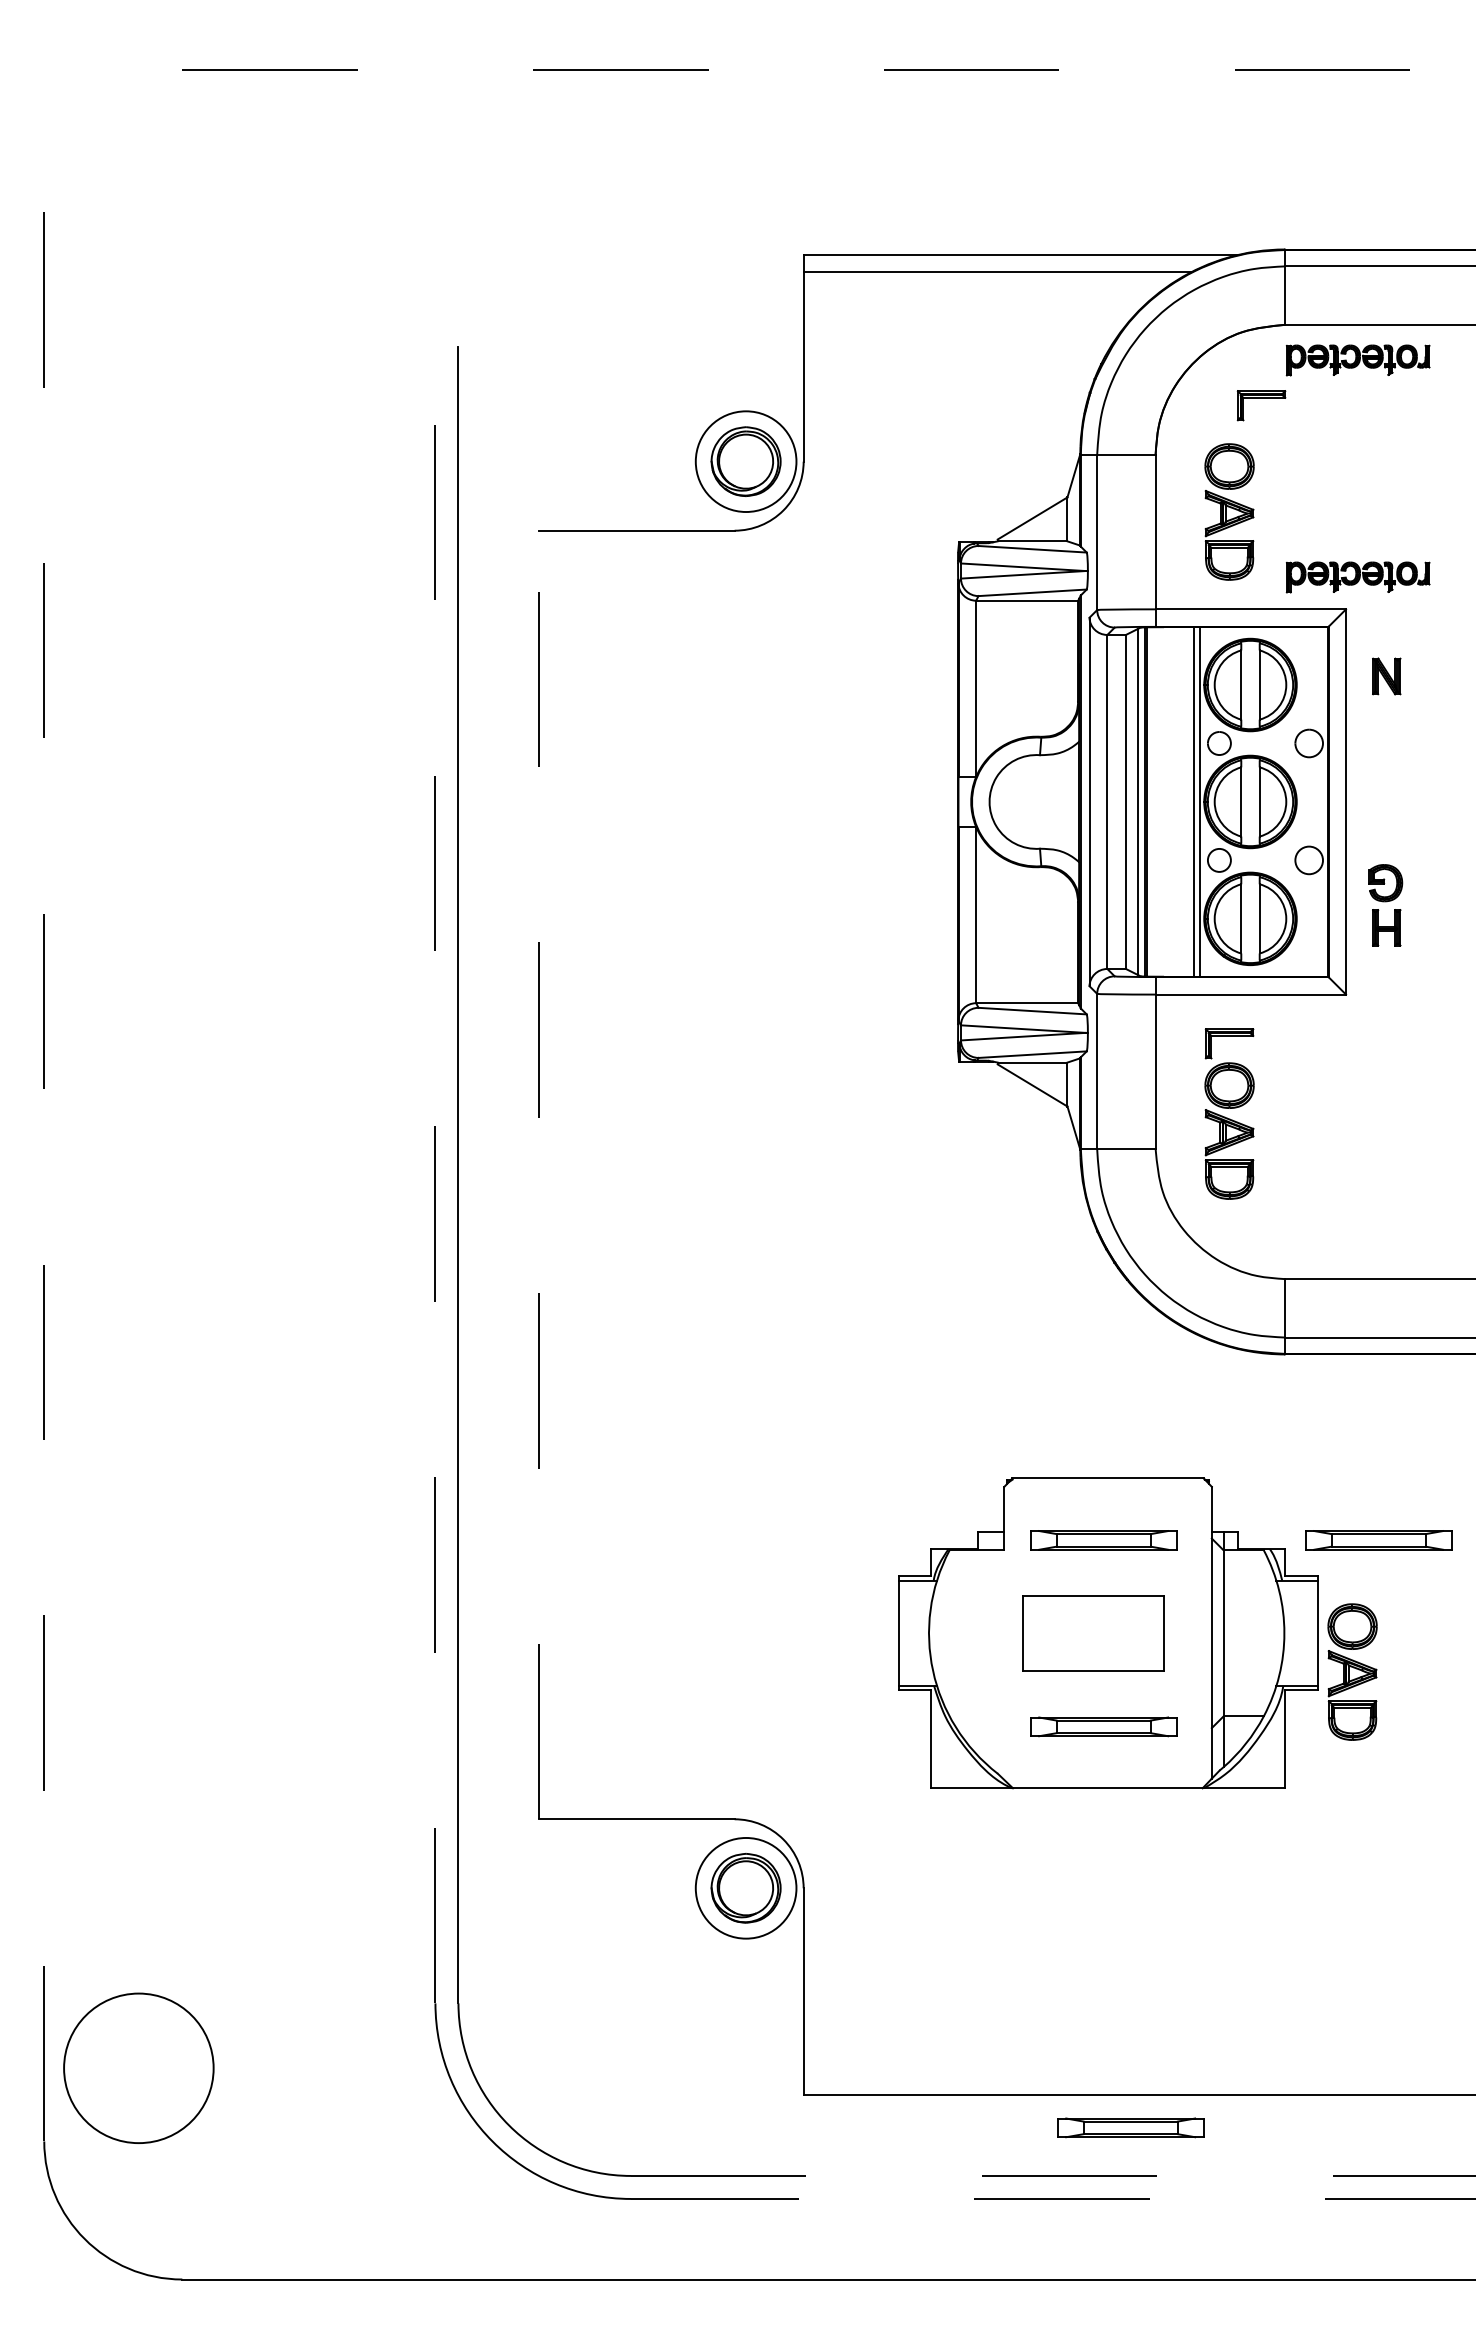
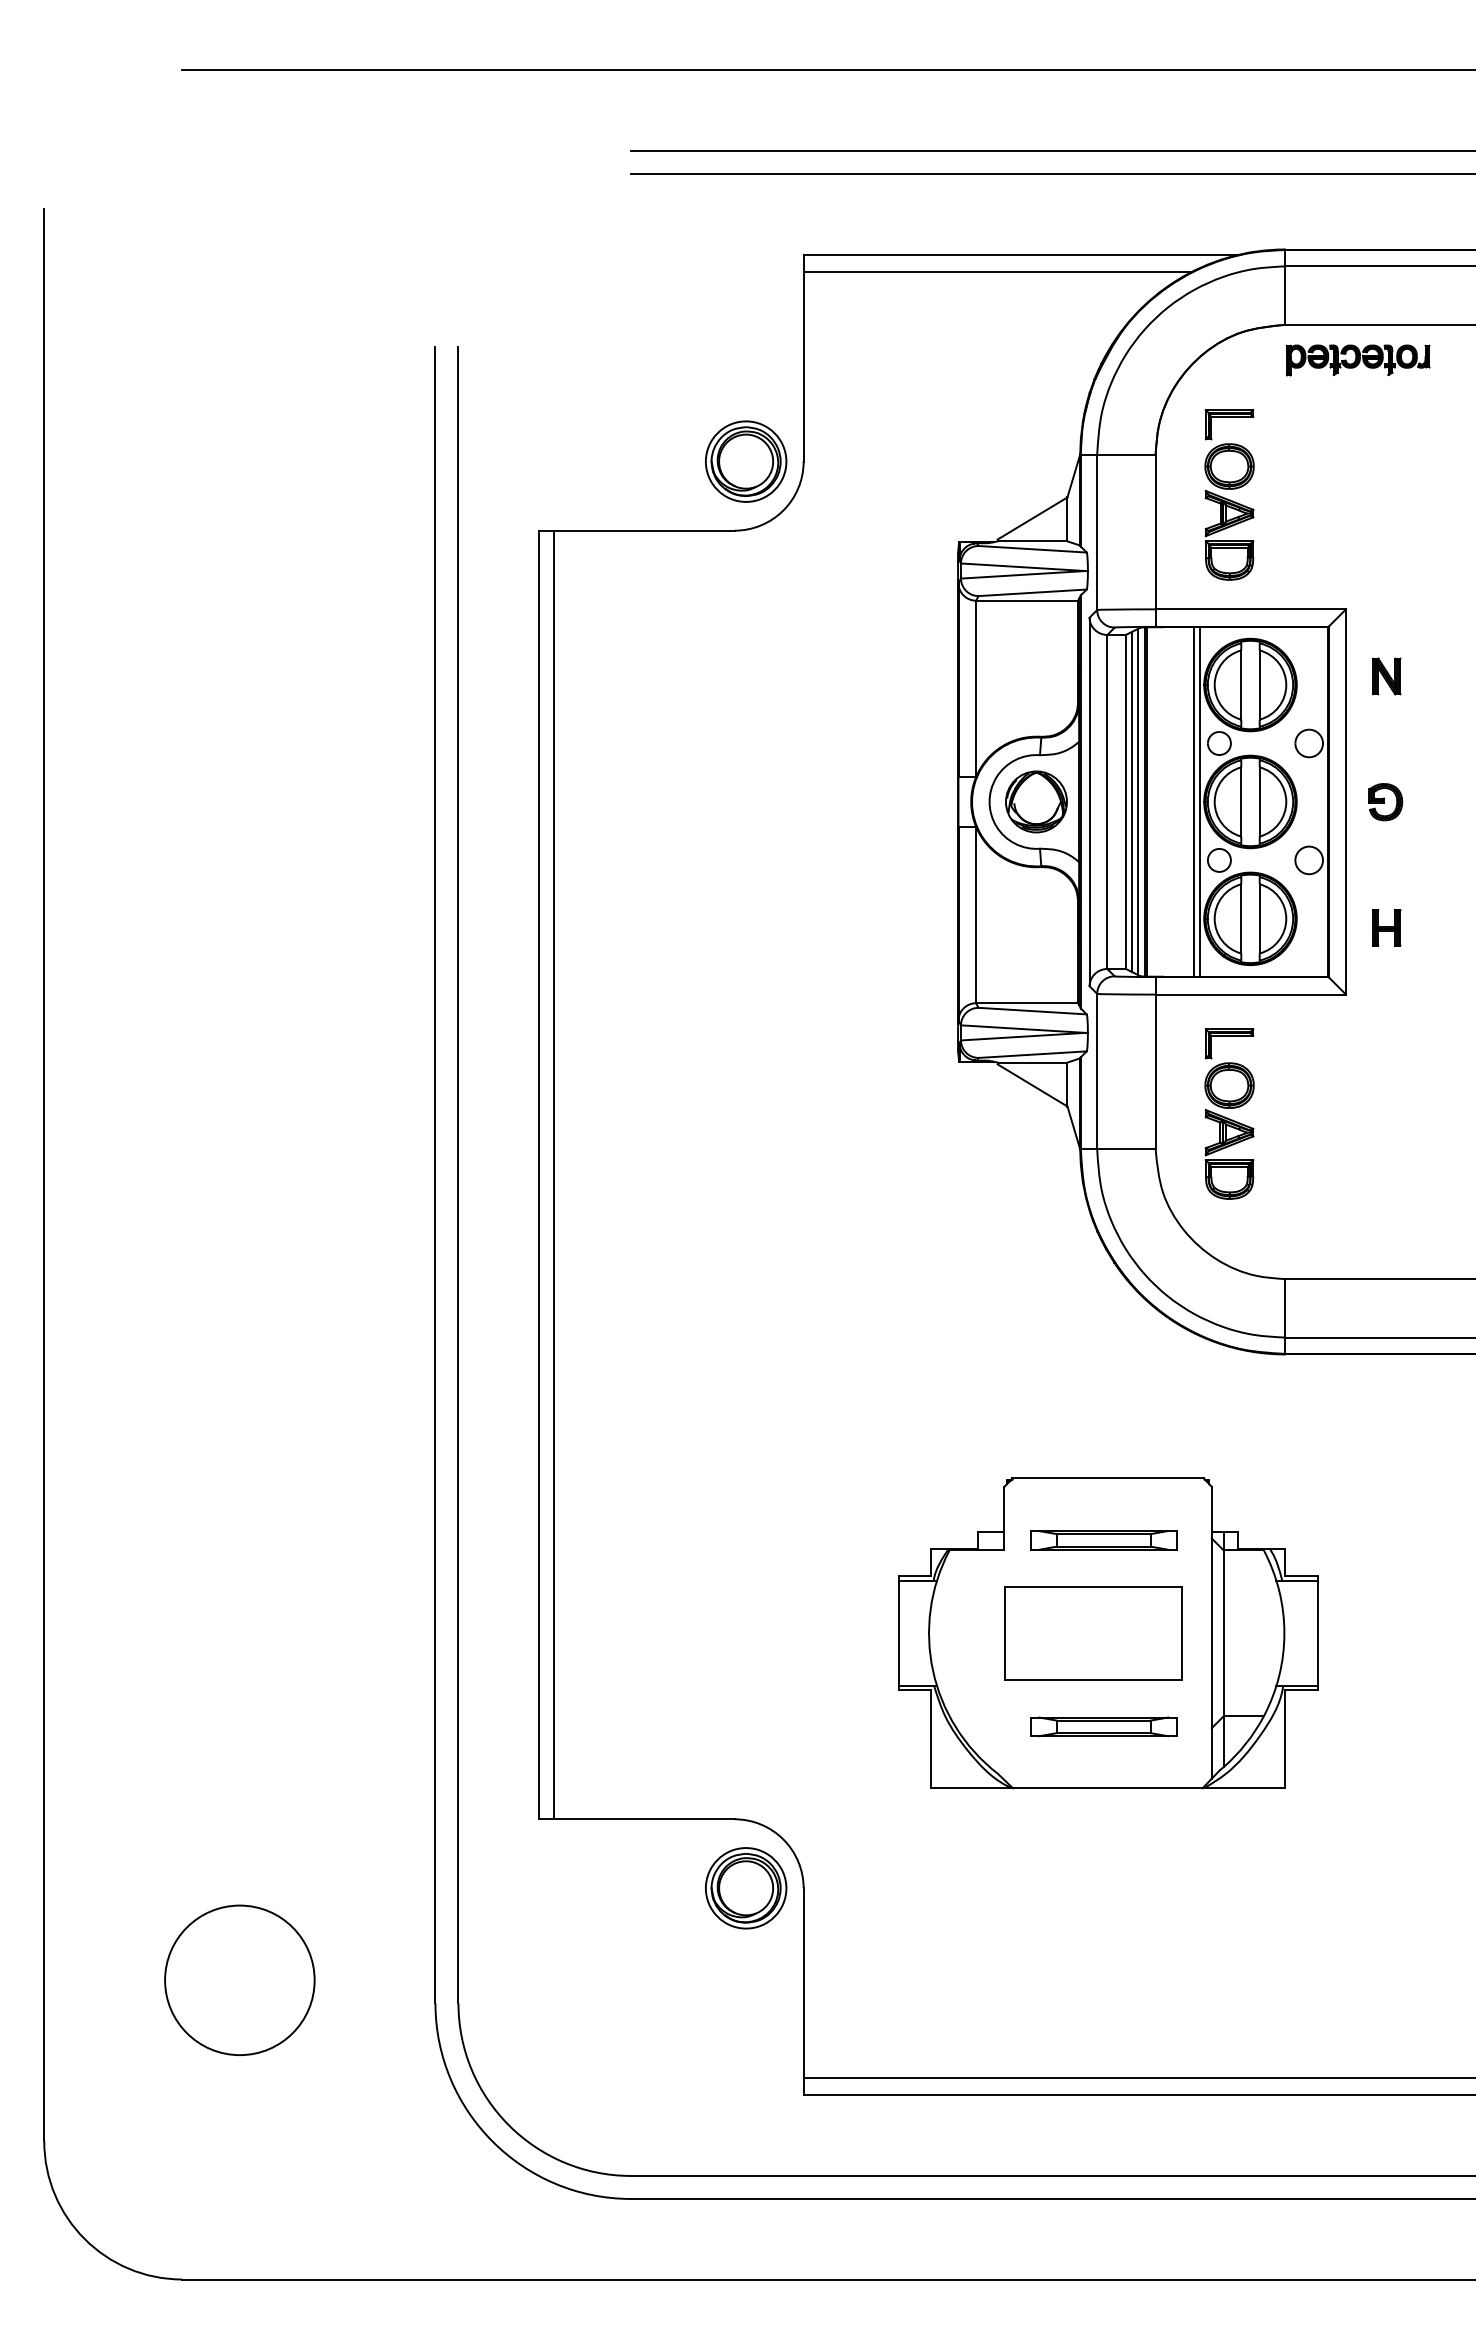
line at (829, 70): dashed -> solid
line at (1051, 151): none -> present
line at (1051, 174): none -> present
part at (1261, 398) position: (1261, 398) -> (1229, 417)
circle at (745, 461) diameter: 101 px -> 81 px
part at (1357, 577): present -> none
part at (1036, 801): none -> present
line at (1131, 801): none -> present
part at (1385, 883) position: (1385, 883) -> (1385, 802)
line at (44, 1174): dashed -> solid
line at (435, 1174): dashed -> solid
line at (539, 1174): dashed -> solid
line at (554, 1174): none -> present
part at (1378, 1540): present -> none
part at (1093, 1633) size: 143x77 px -> 179x95 px
part at (1352, 1671): present -> none
circle at (745, 1887) diameter: 101 px -> 81 px
circle at (138, 2067) position: (138, 2067) -> (239, 1979)
line at (1137, 2078): none -> present
part at (1130, 2127): present -> none
line at (1053, 2175): dashed -> solid
line at (1052, 2198): dashed -> solid
